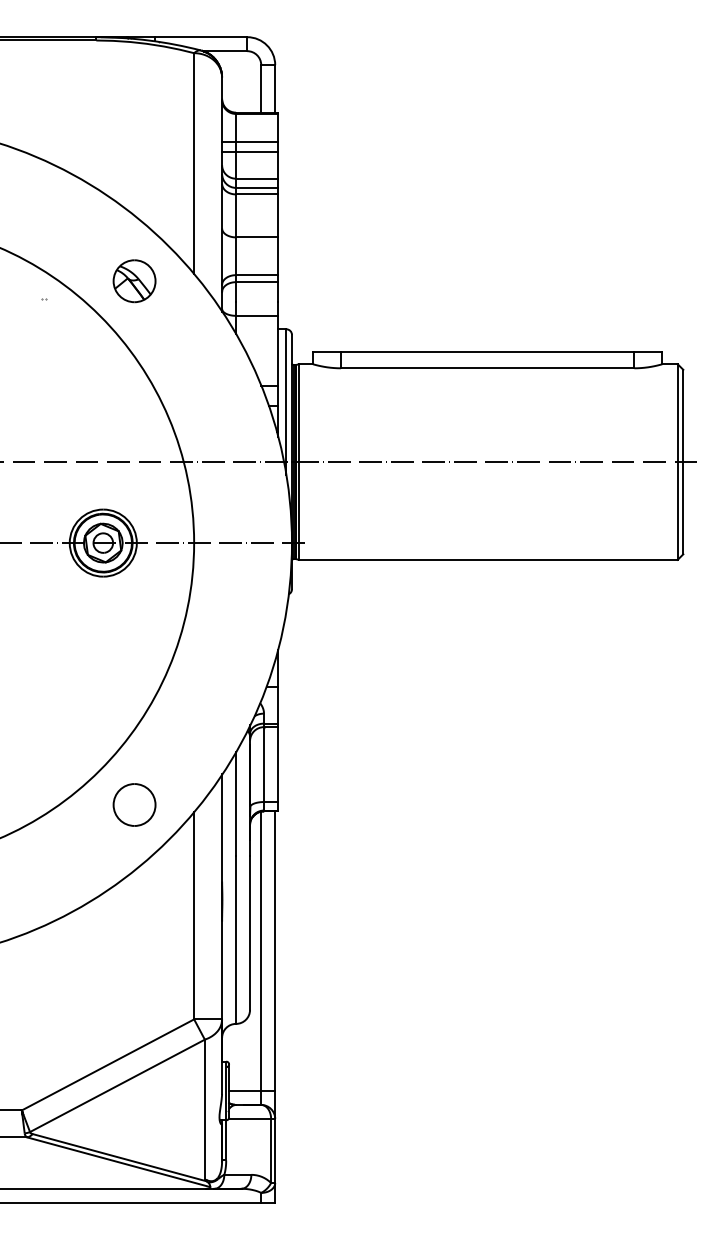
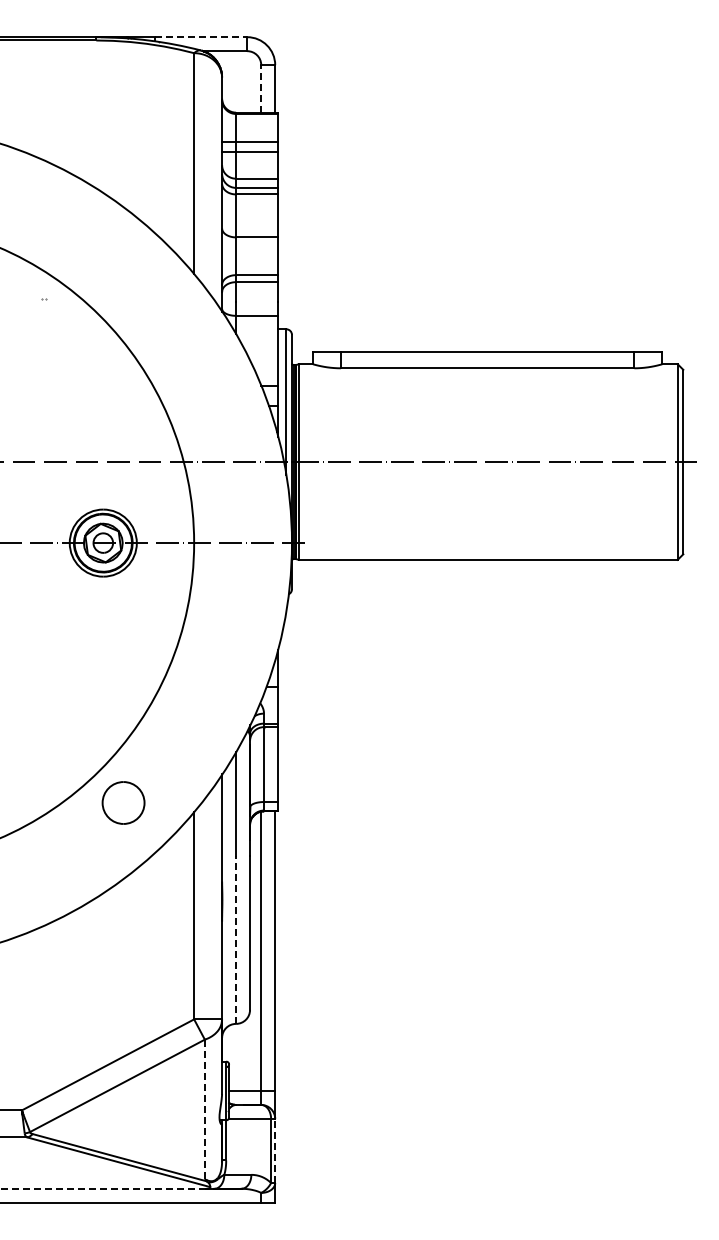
line at (201, 37): solid -> dashed
line at (261, 88): solid -> dashed
part at (134, 281): present -> none
part at (134, 804) position: (134, 804) -> (123, 802)
line at (236, 940): solid -> dashed
line at (204, 1109): solid -> dashed
line at (275, 1150): solid -> dashed
line at (103, 1188): solid -> dashed
